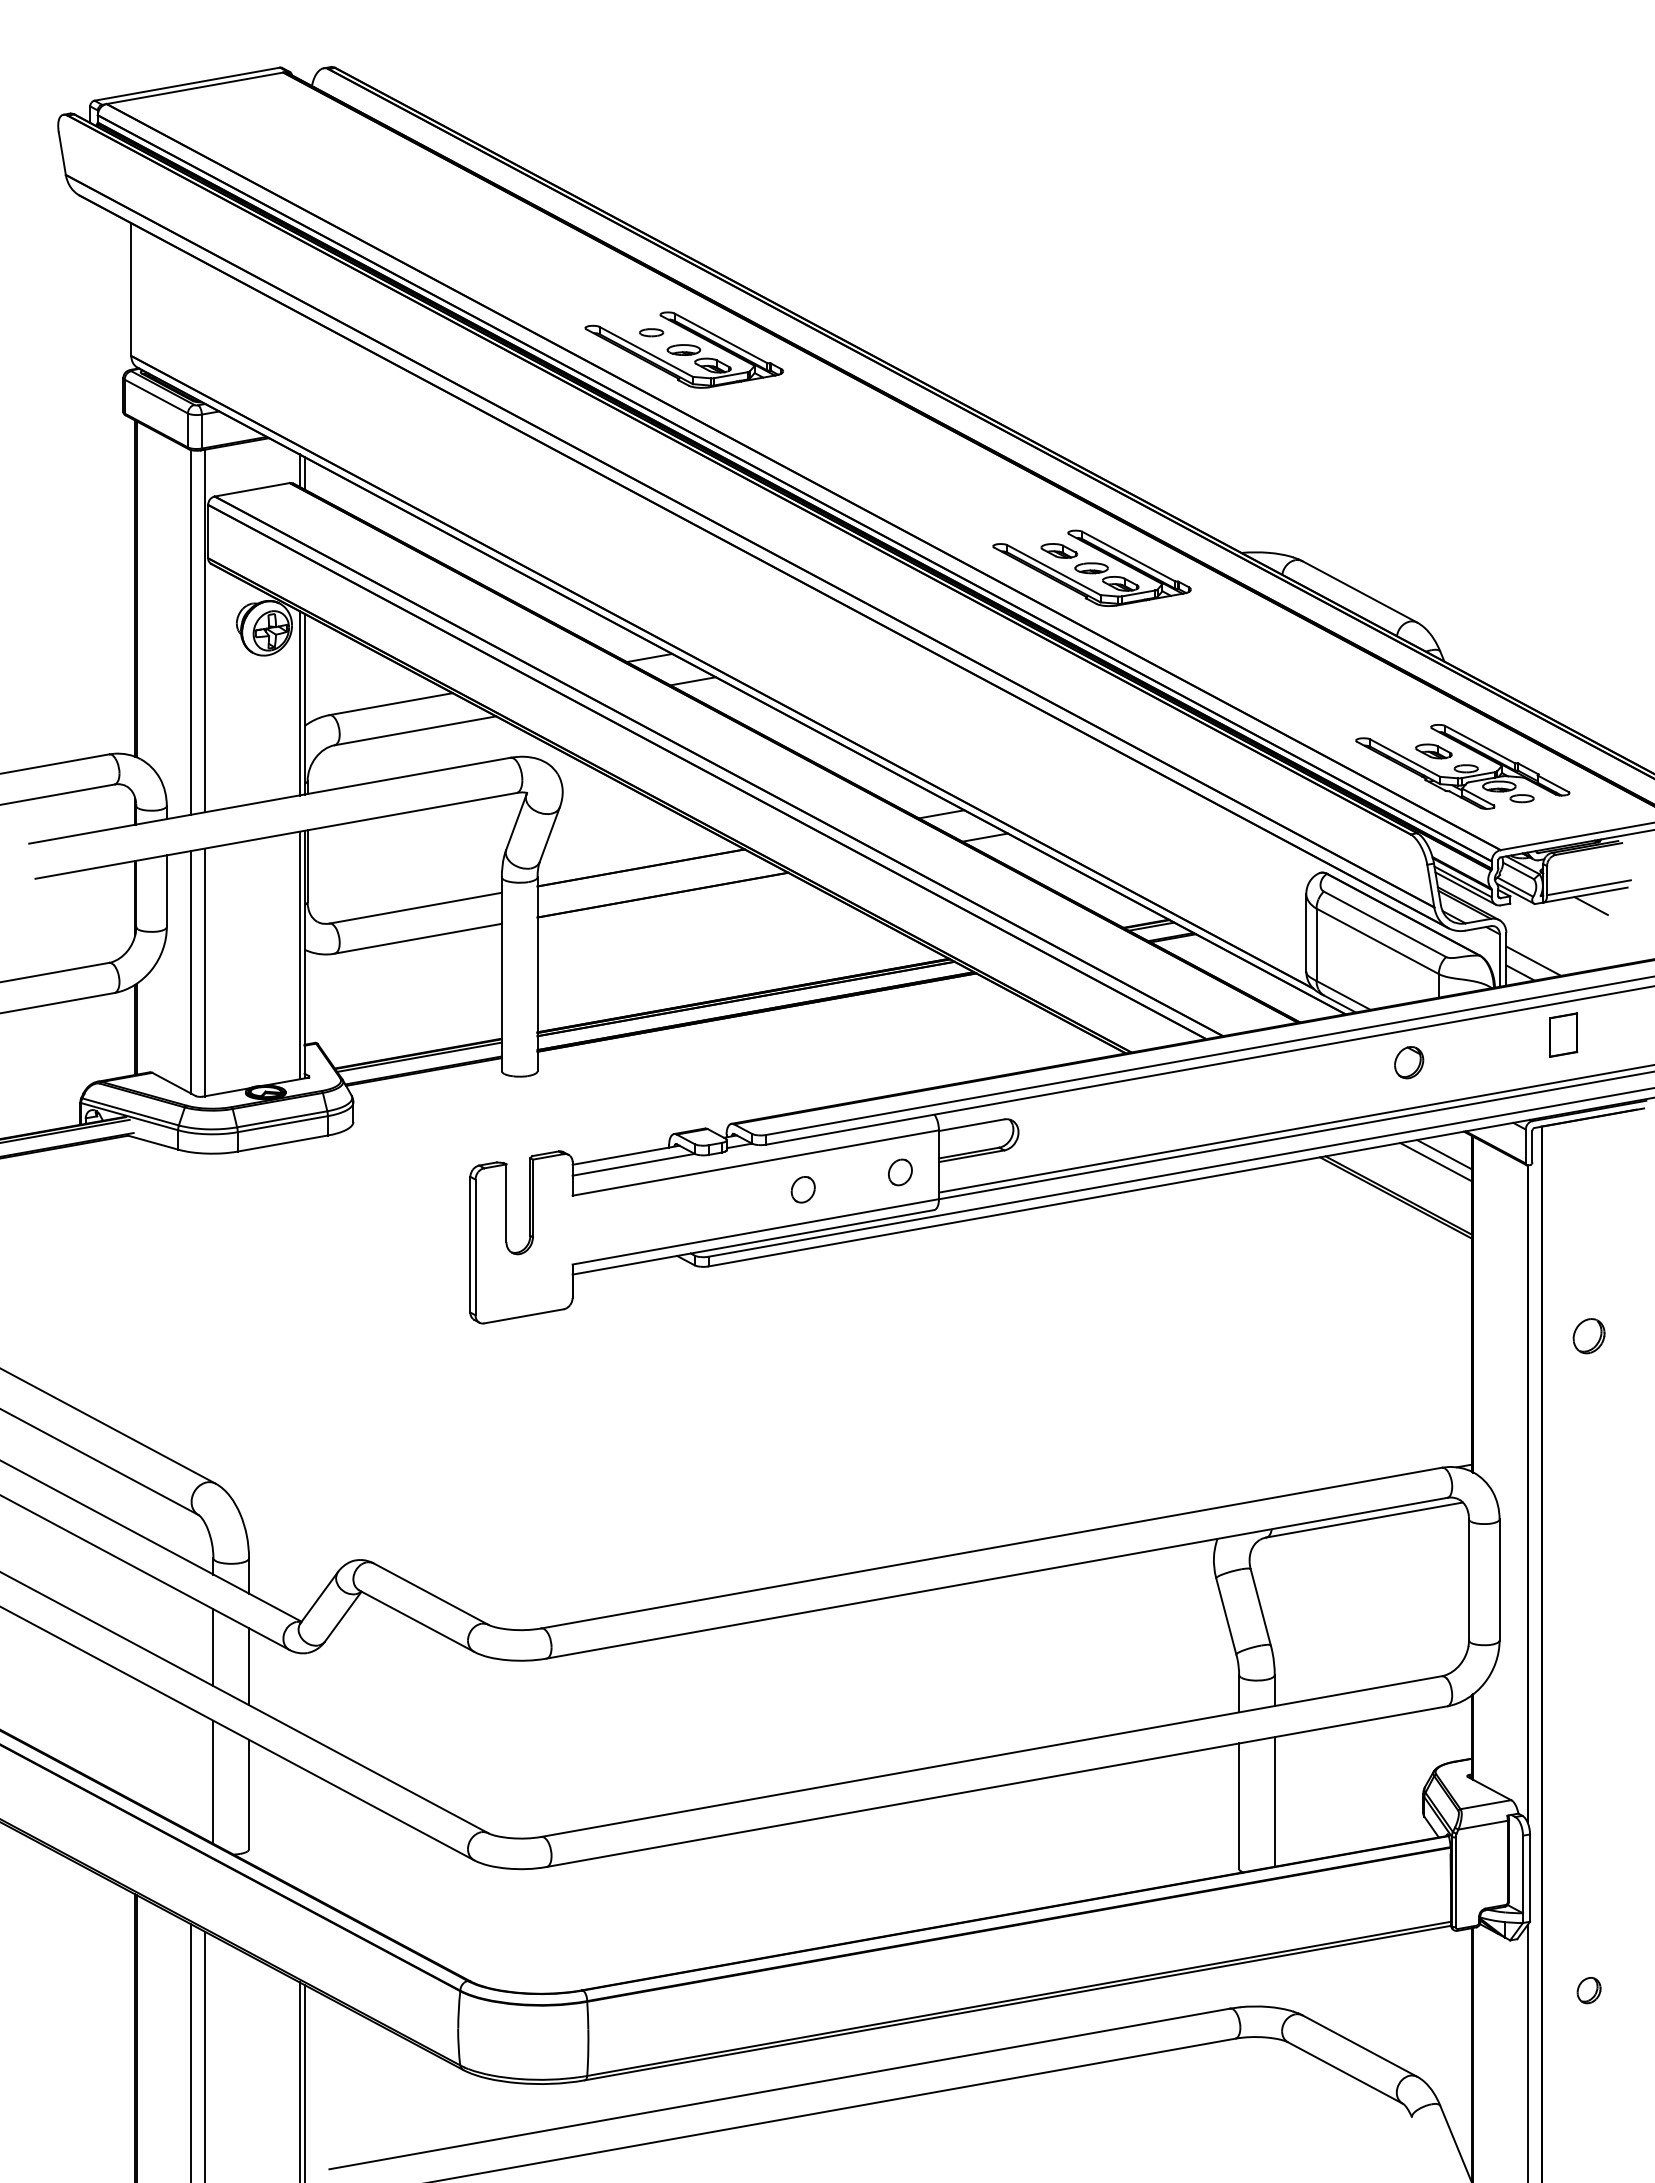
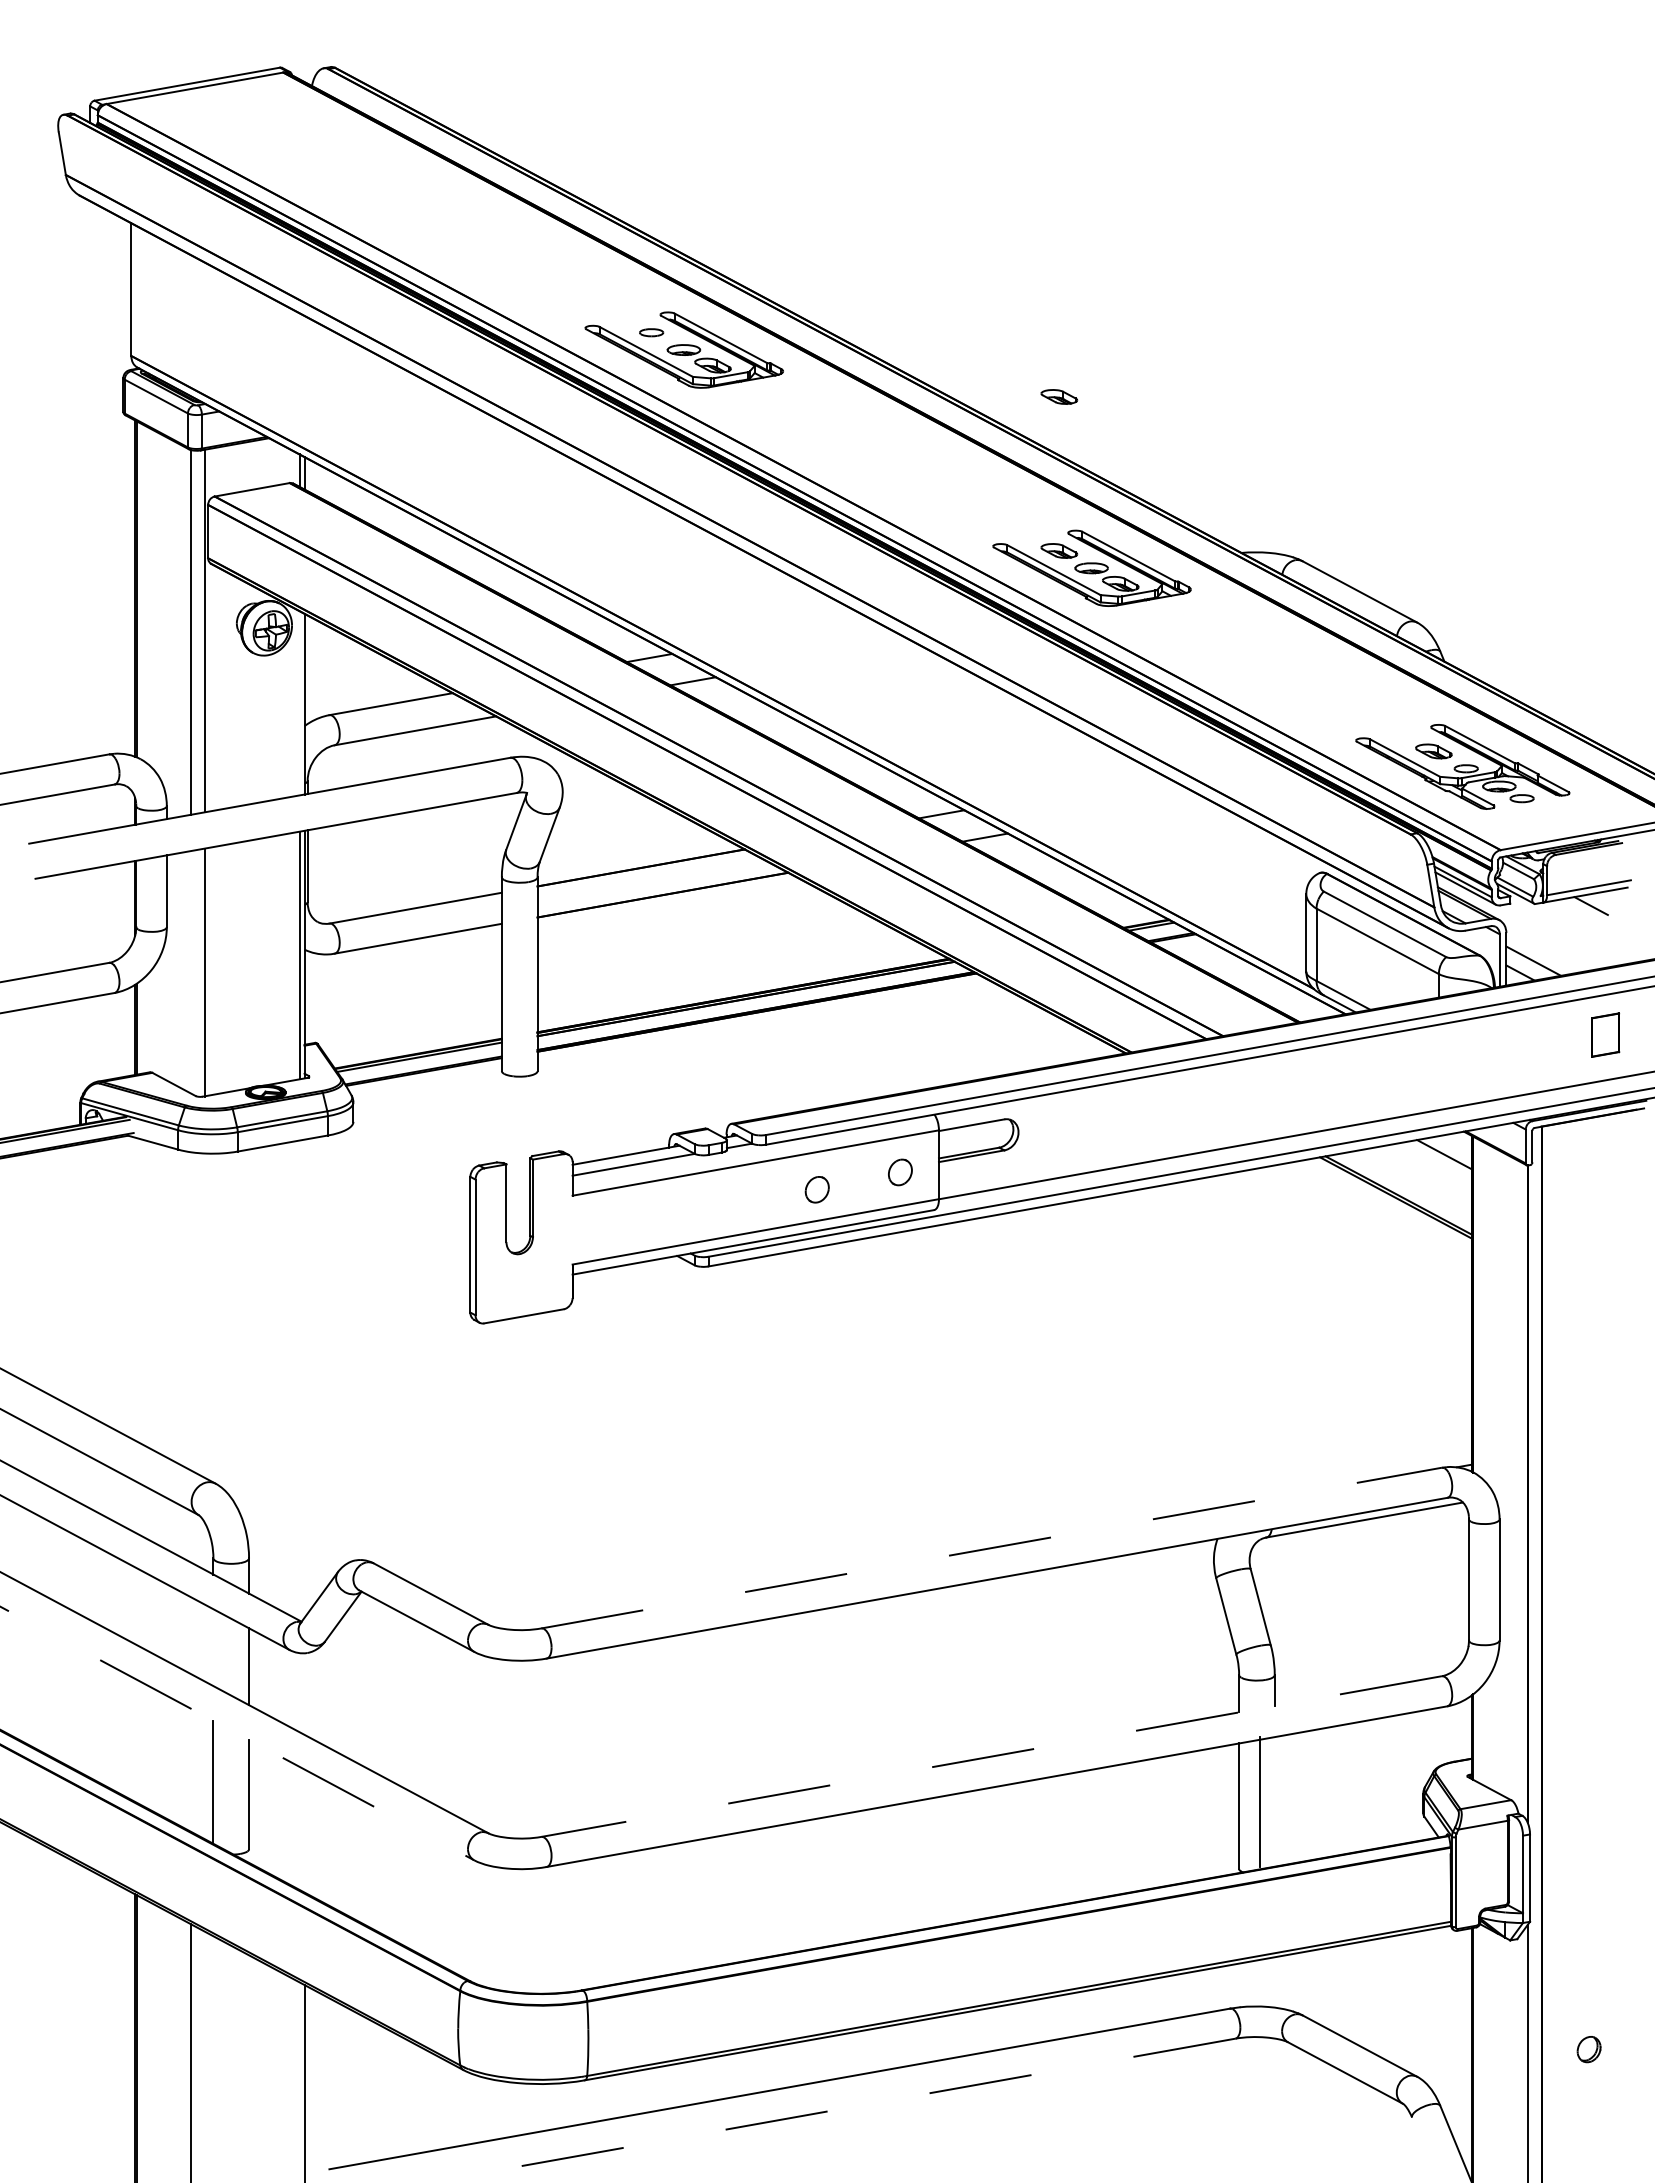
part at (1059, 396): none -> present
line at (299, 703): present -> none
line at (191, 972): present -> none
part at (1563, 1034) position: (1563, 1034) -> (1605, 1034)
part at (1409, 1062): present -> none
line at (1294, 1128): present -> none
line at (1436, 1162): present -> none
part at (802, 1189) position: (802, 1189) -> (816, 1189)
part at (1588, 1336): present -> none
line at (992, 1548): solid -> dashed
line at (213, 1647): present -> none
line at (237, 1733): solid -> dashed
line at (991, 1756): solid -> dashed
line at (1274, 1801) position: (1274, 1801) -> (1259, 1801)
part at (1588, 1990) position: (1588, 1990) -> (1588, 2049)
line at (205, 2055): present -> none
line at (299, 2080): present -> none
line at (830, 2110): solid -> dashed
